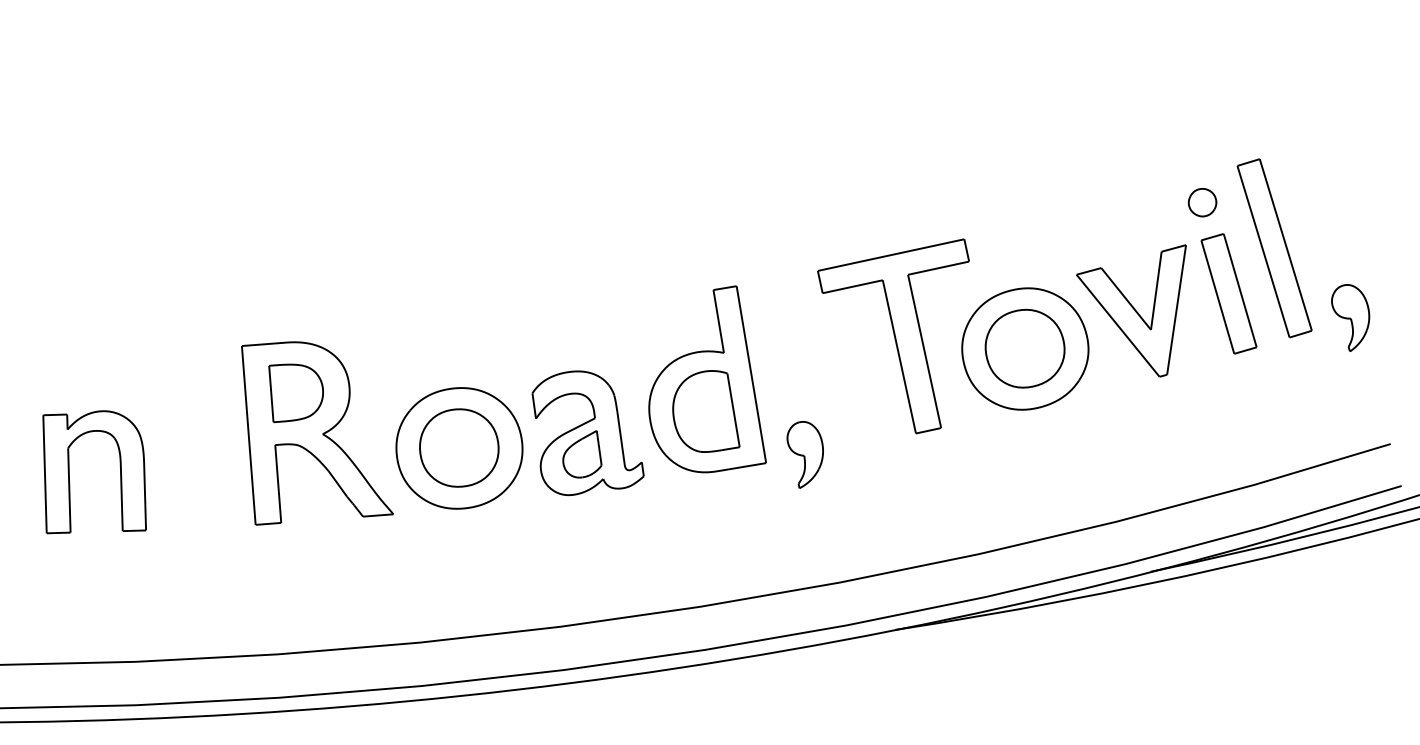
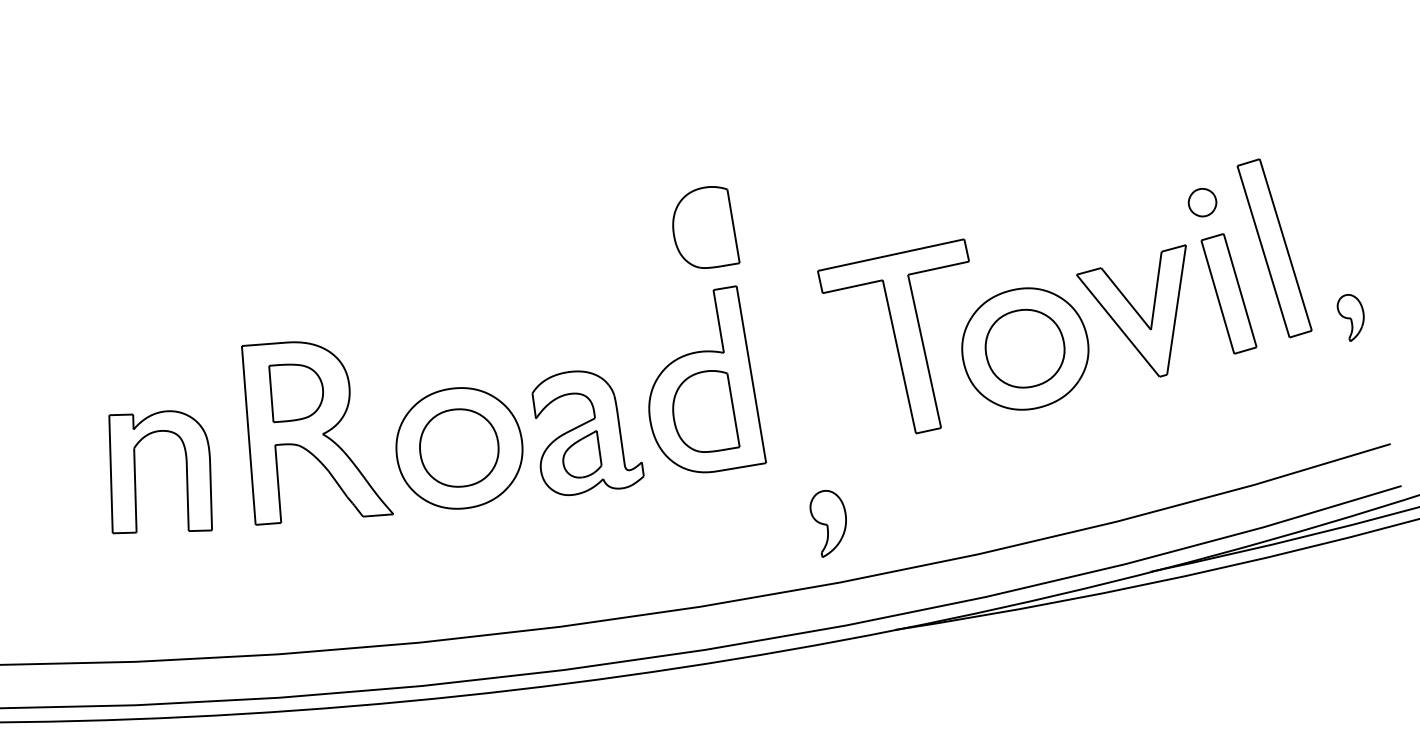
part at (706, 227): none -> present
part at (1350, 317) size: 40x68 px -> 29x48 px
part at (804, 454) position: (804, 454) -> (827, 523)
part at (69, 472) position: (69, 472) -> (135, 472)
